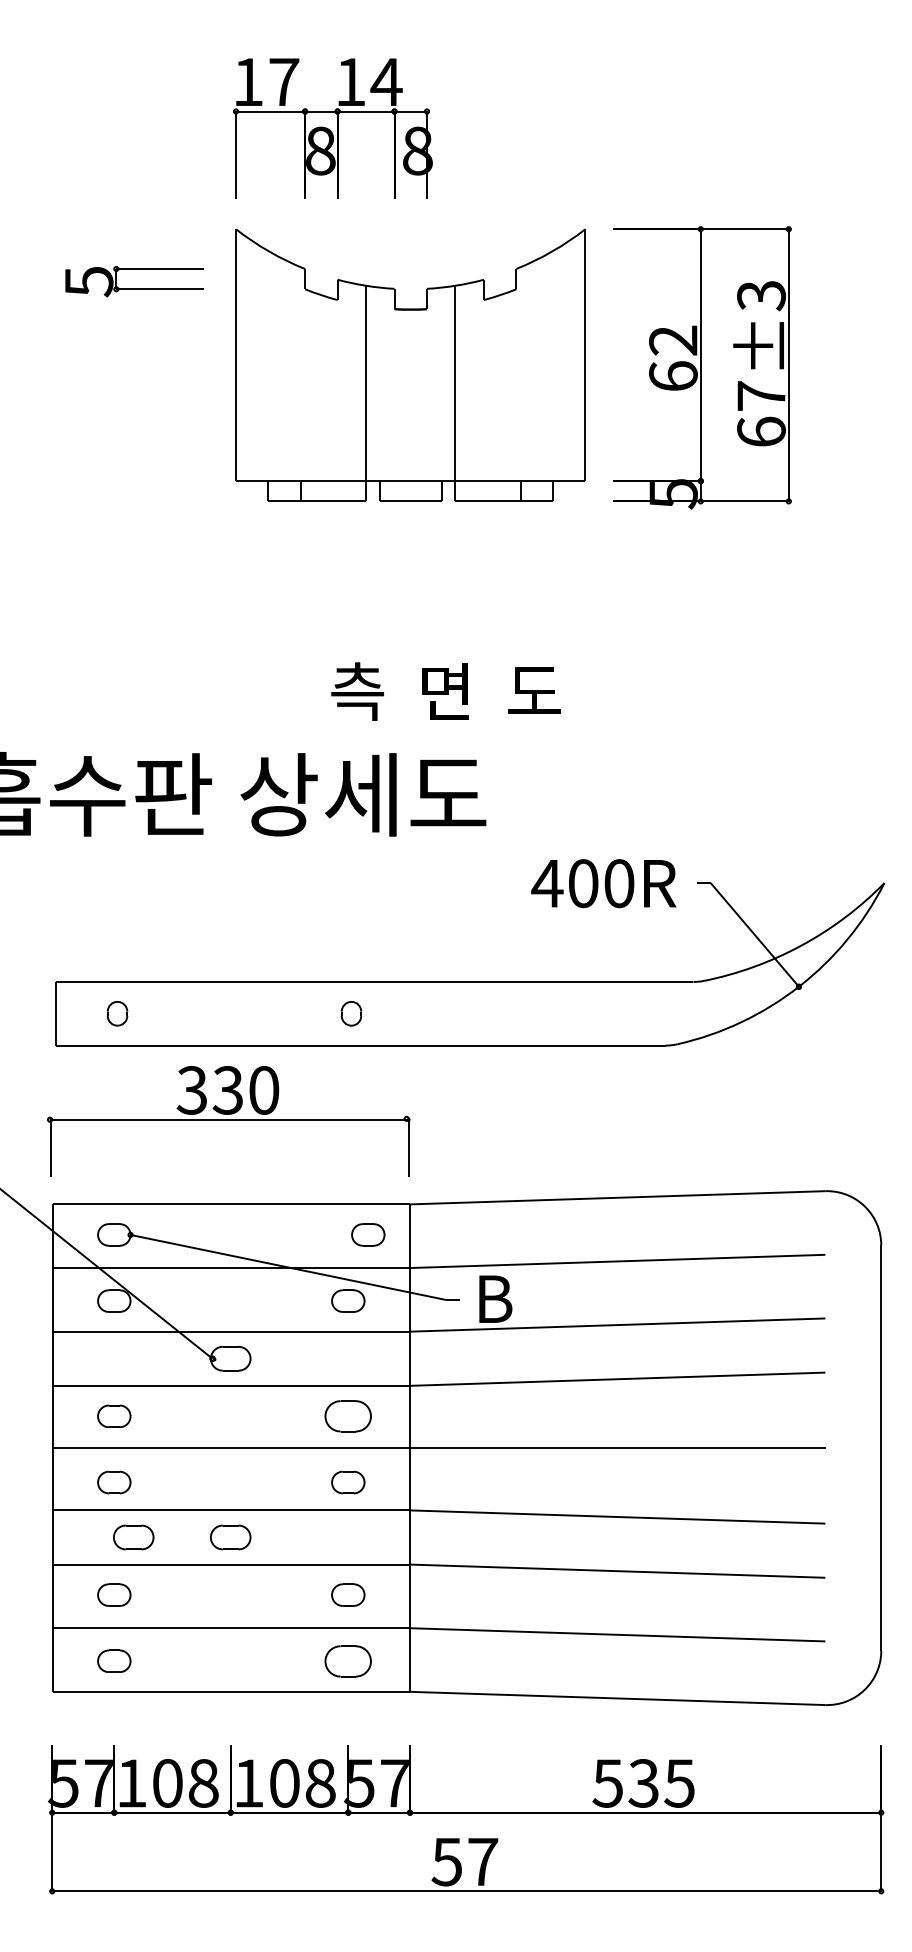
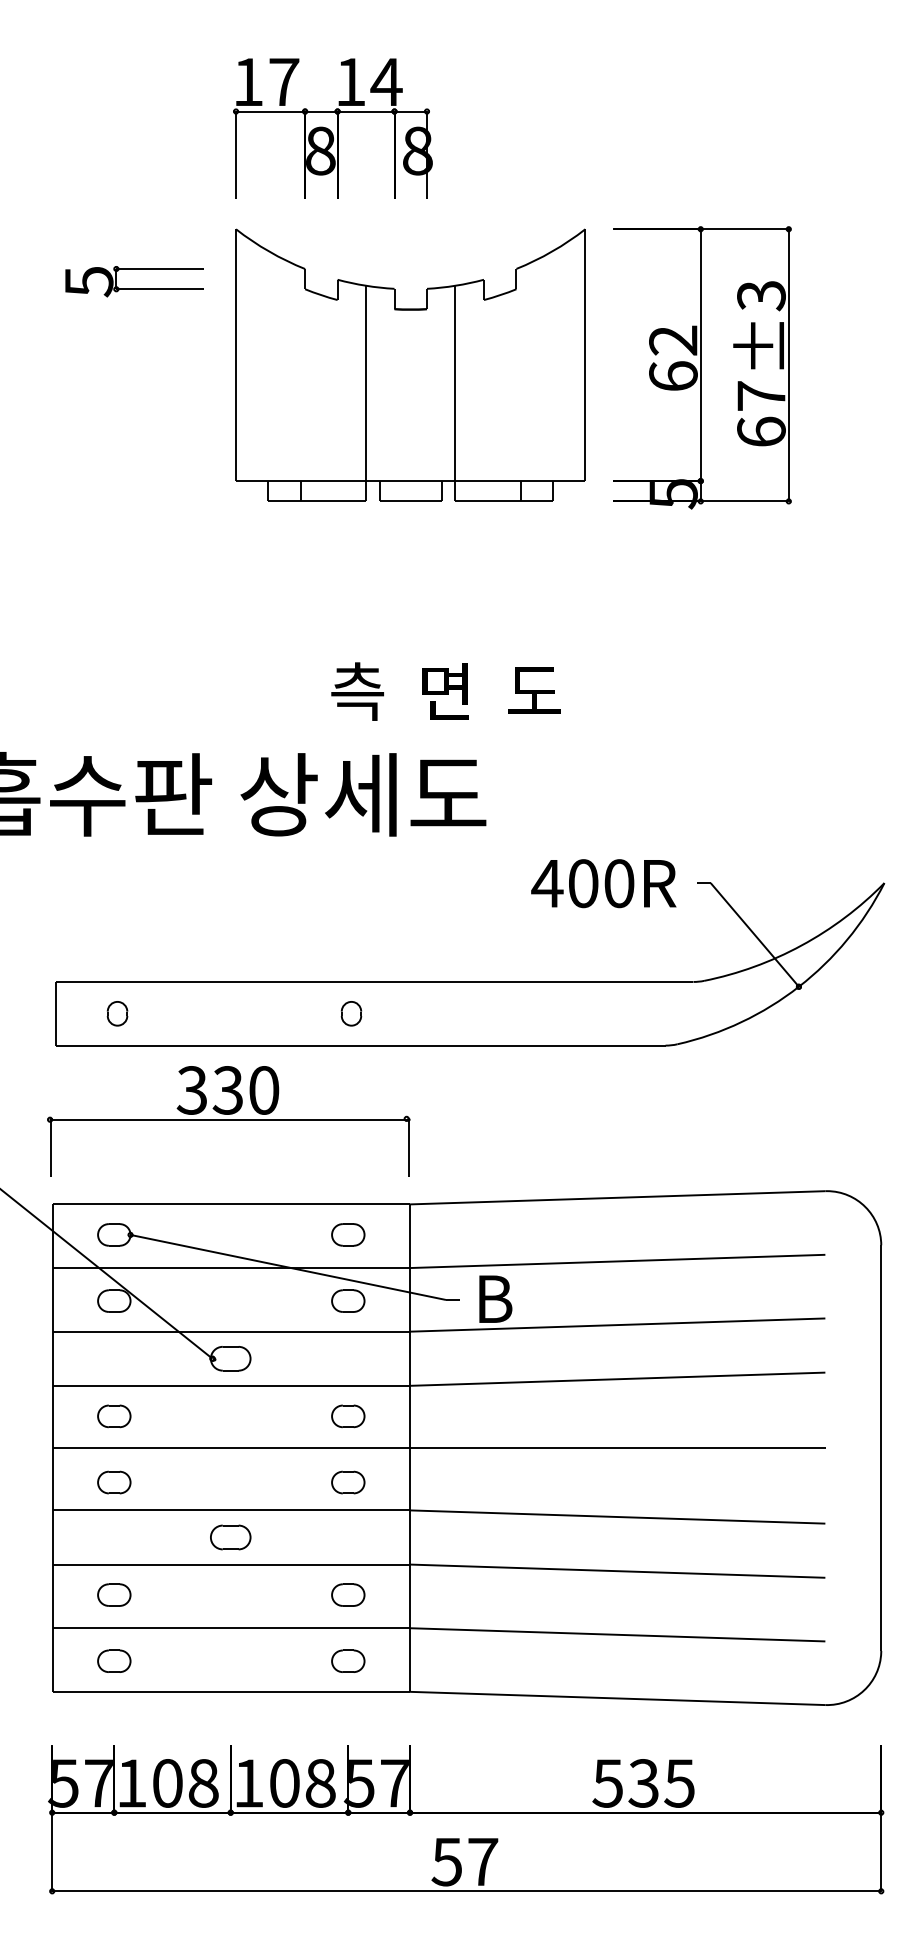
part at (368, 1234) position: (368, 1234) -> (348, 1234)
part at (347, 1416) size: 48x33 px -> 35x25 px
part at (133, 1537): present -> none
part at (347, 1661) size: 48x33 px -> 35x24 px
